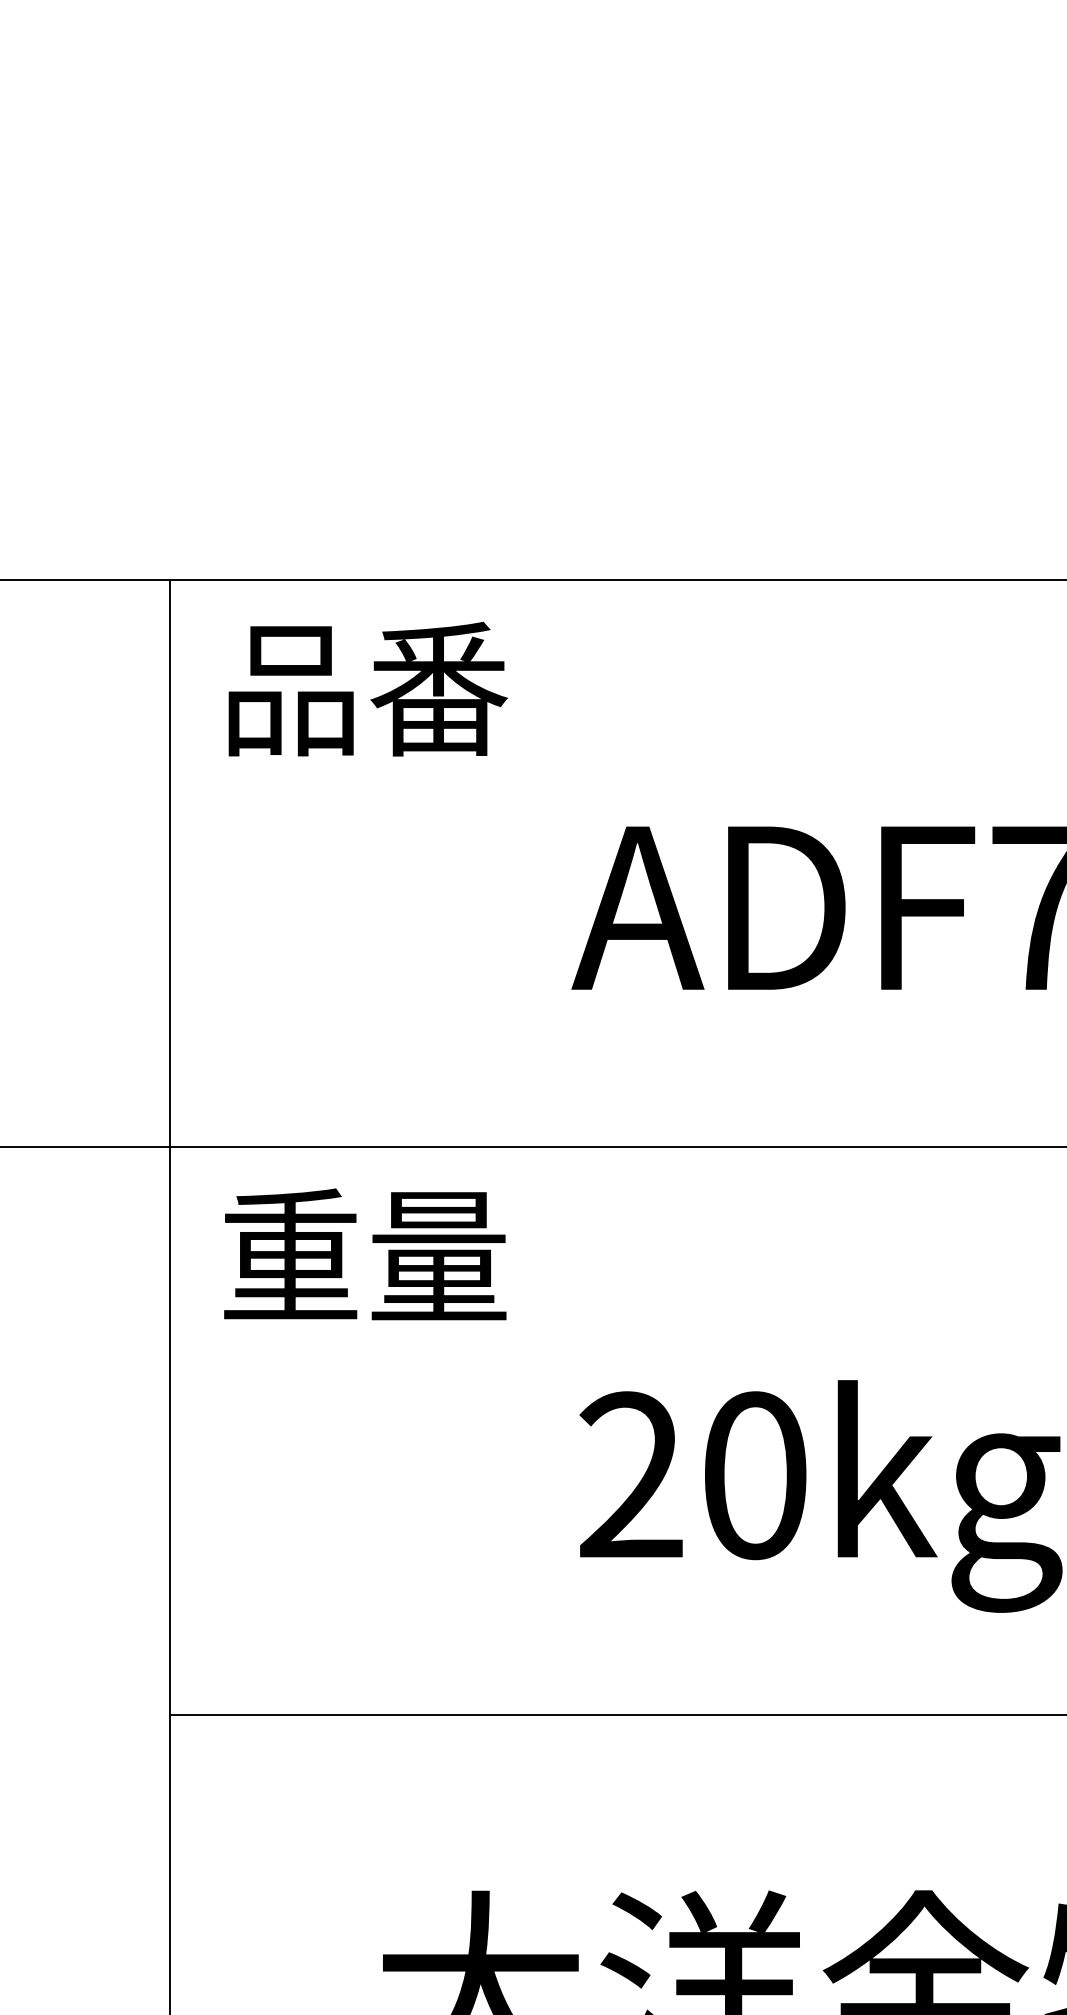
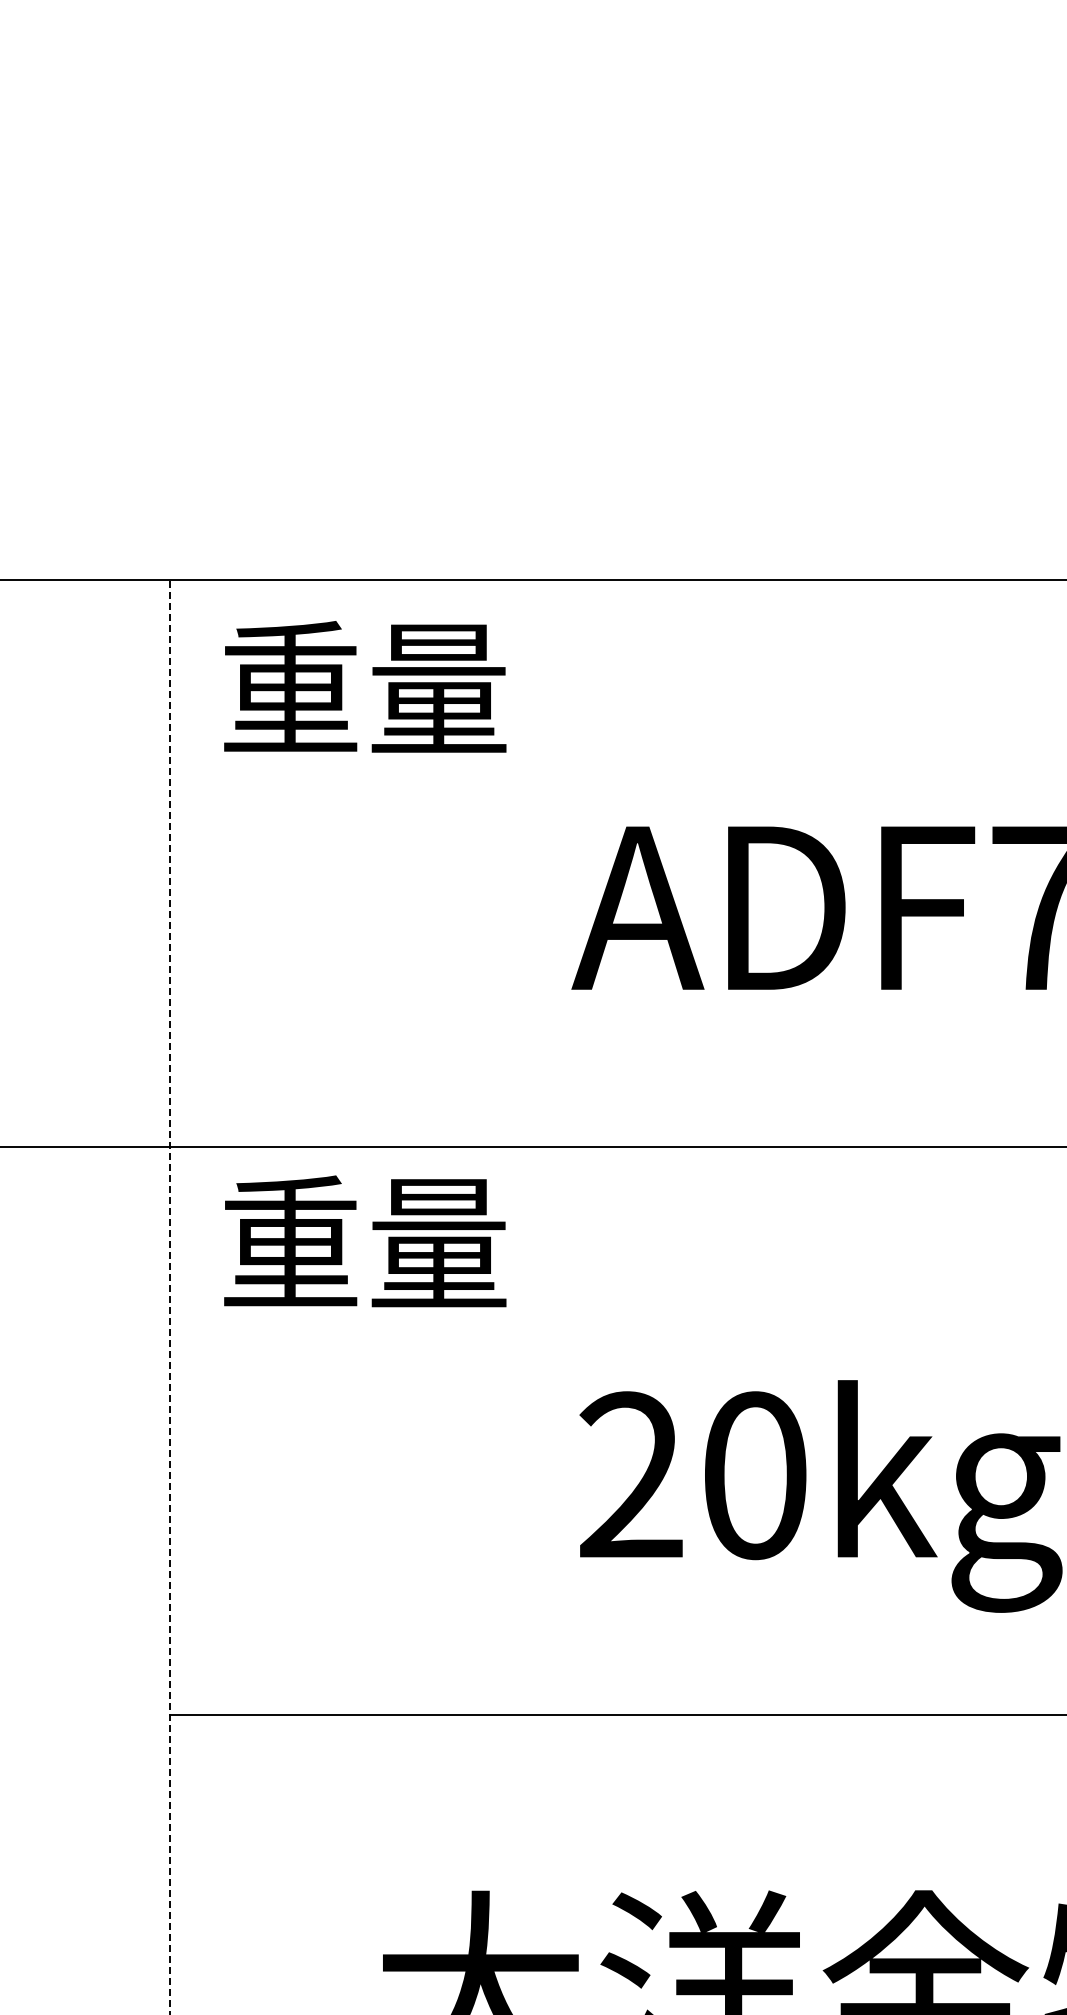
text at (365, 688): 品番 -> 重量
text at (365, 1254) position: (365, 1254) -> (365, 1241)
line at (169, 1296): solid -> dashed
